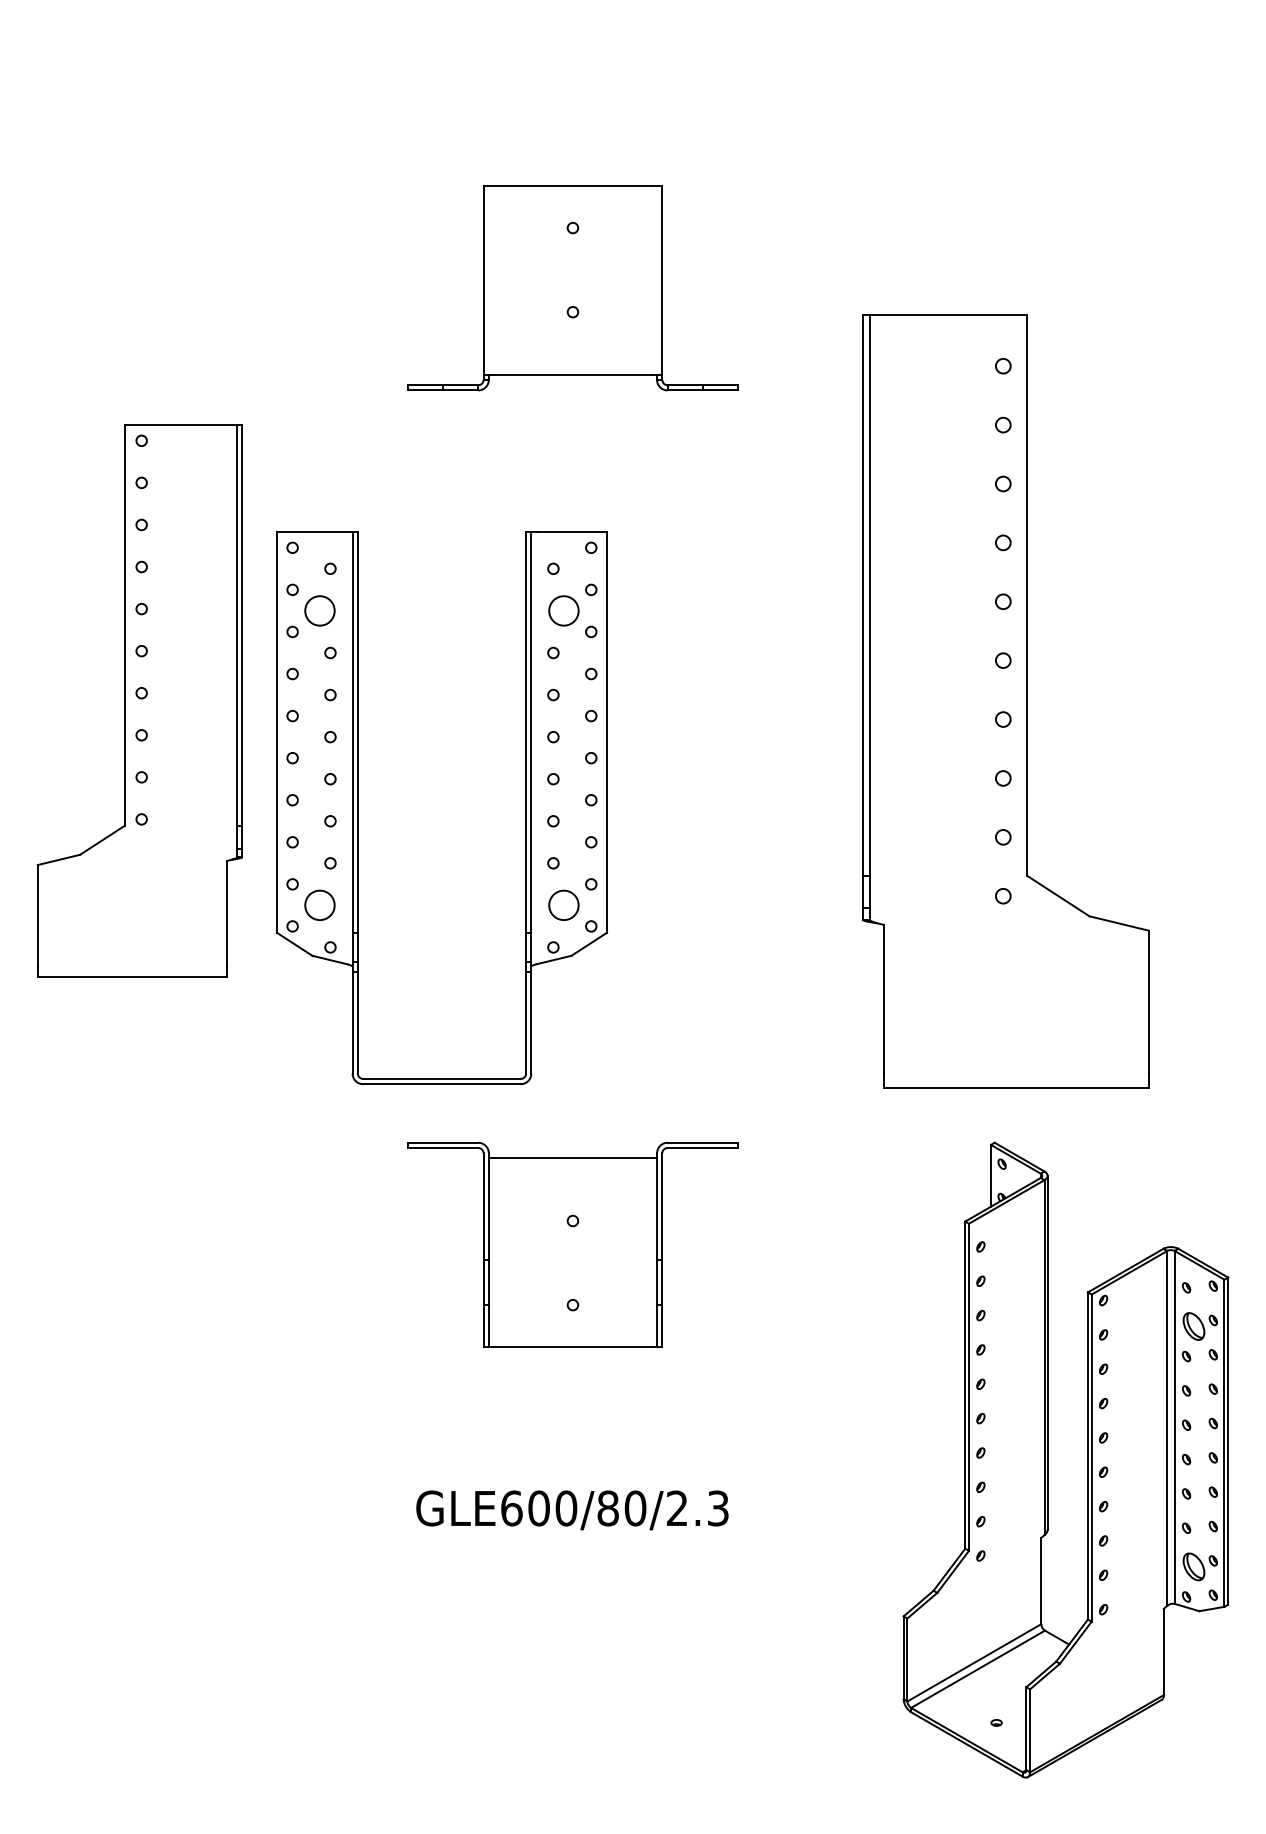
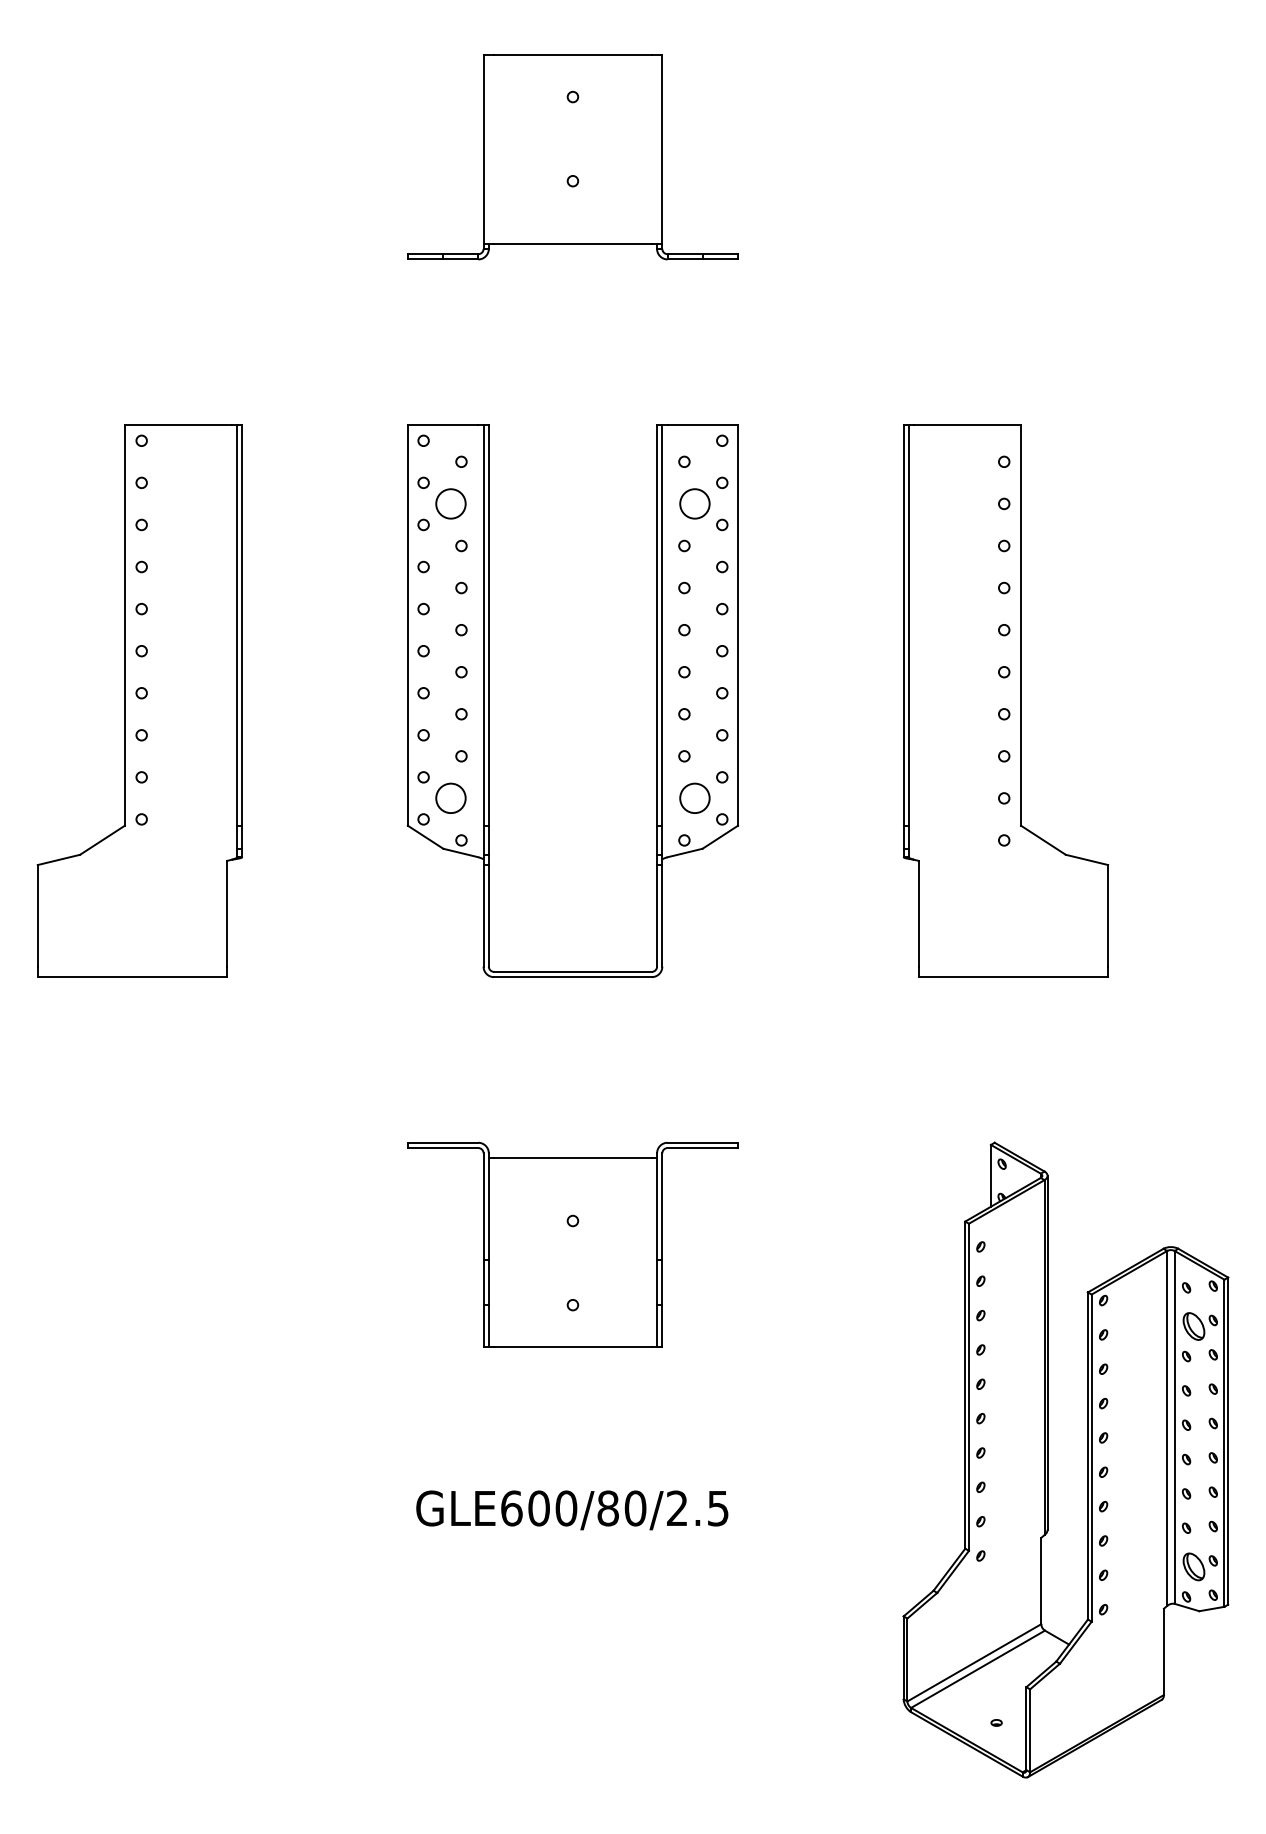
part at (572, 288) position: (572, 288) -> (572, 157)
part at (1005, 701) size: 289x775 px -> 207x554 px
part at (358, 807) position: (358, 807) -> (489, 700)
text at (718, 1507): GLE600/80/2.3 -> GLE600/80/2.5
